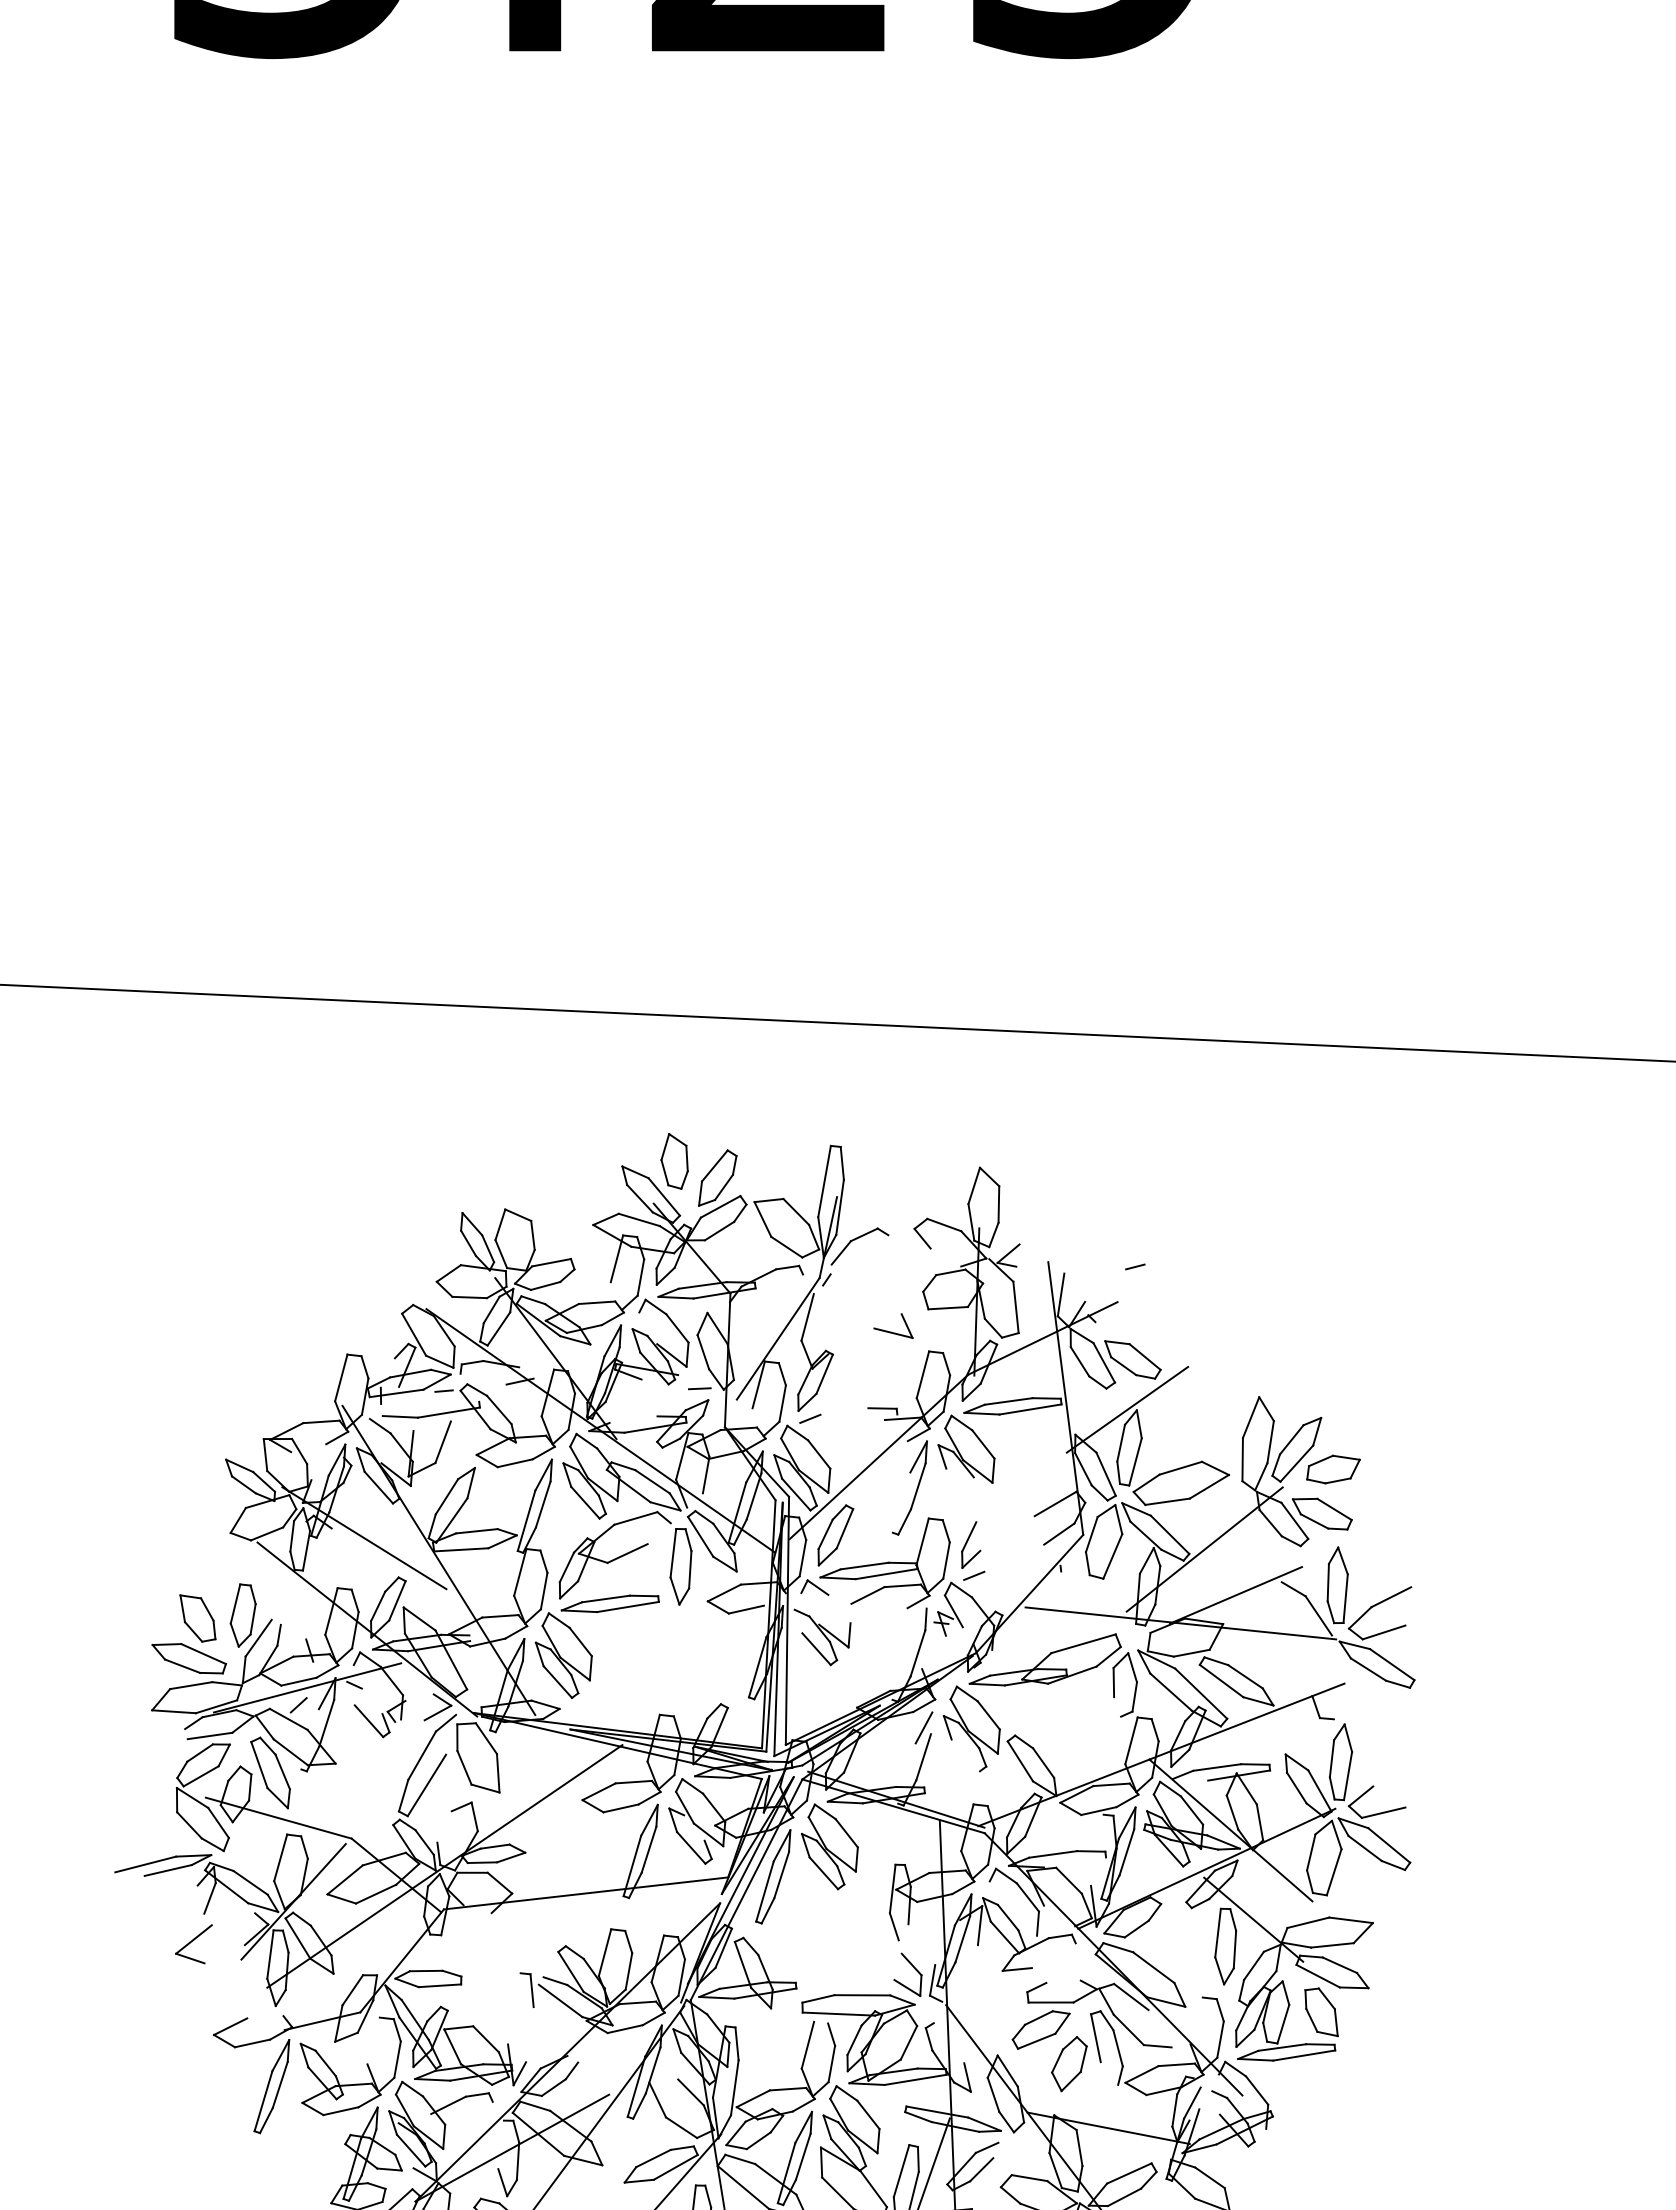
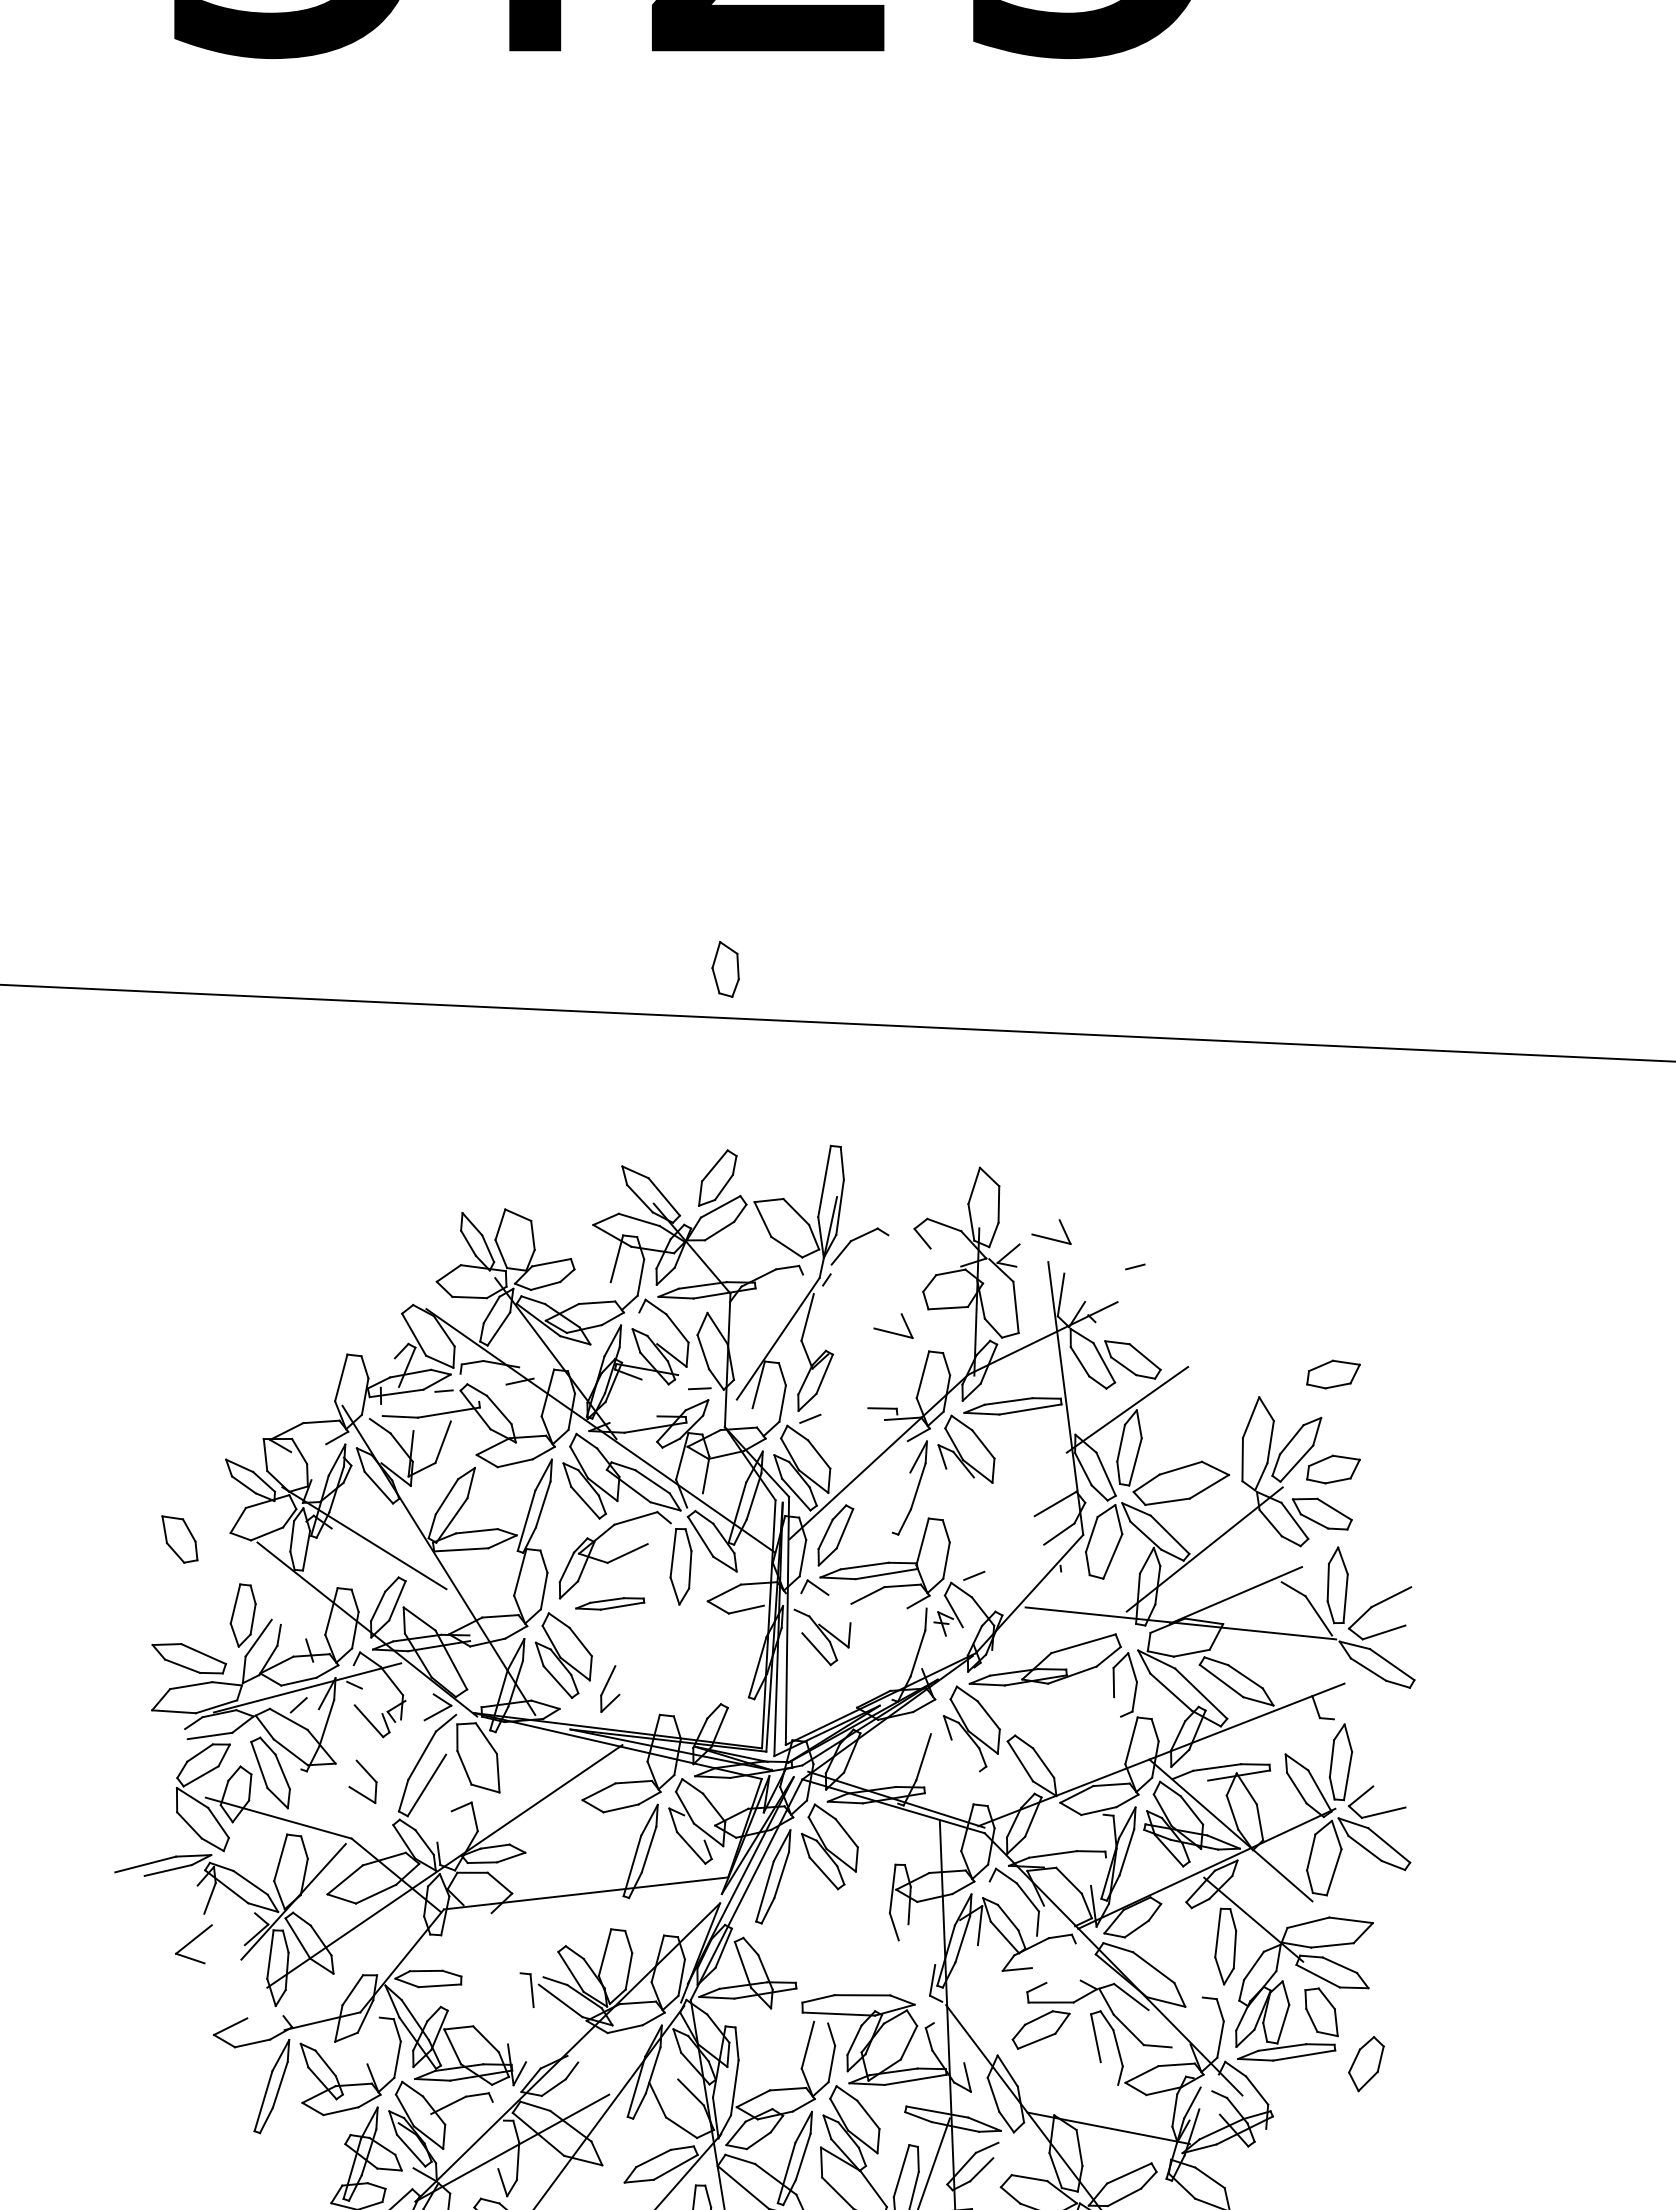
part at (674, 1161) position: (674, 1161) -> (725, 969)
part at (1049, 1237): none -> present
part at (1333, 1374): none -> present
part at (971, 1544) position: (971, 1544) -> (610, 1688)
part at (609, 1603) size: 100x20 px -> 71x14 px
part at (197, 1618) position: (197, 1618) -> (179, 1539)
line at (923, 1727): present -> none
part at (914, 1969) position: (914, 1969) -> (369, 1776)
part at (1069, 2064) position: (1069, 2064) -> (1366, 2064)
